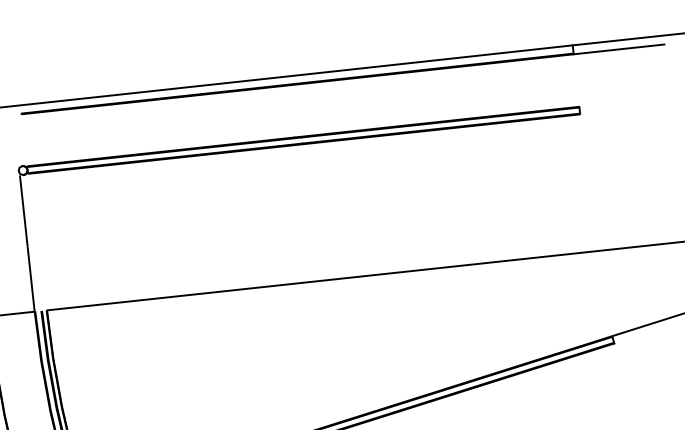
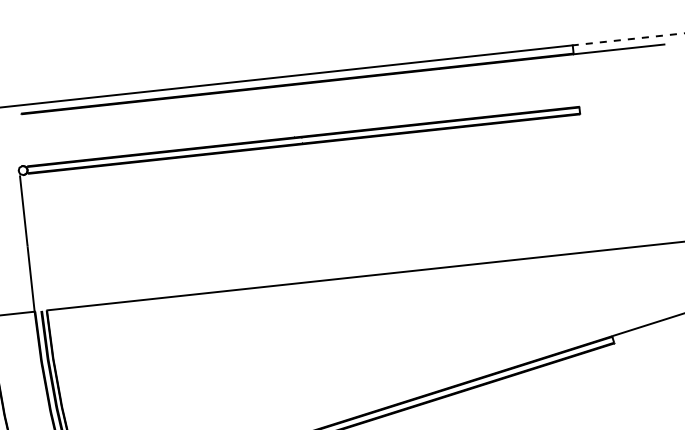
line at (628, 39): solid -> dashed
